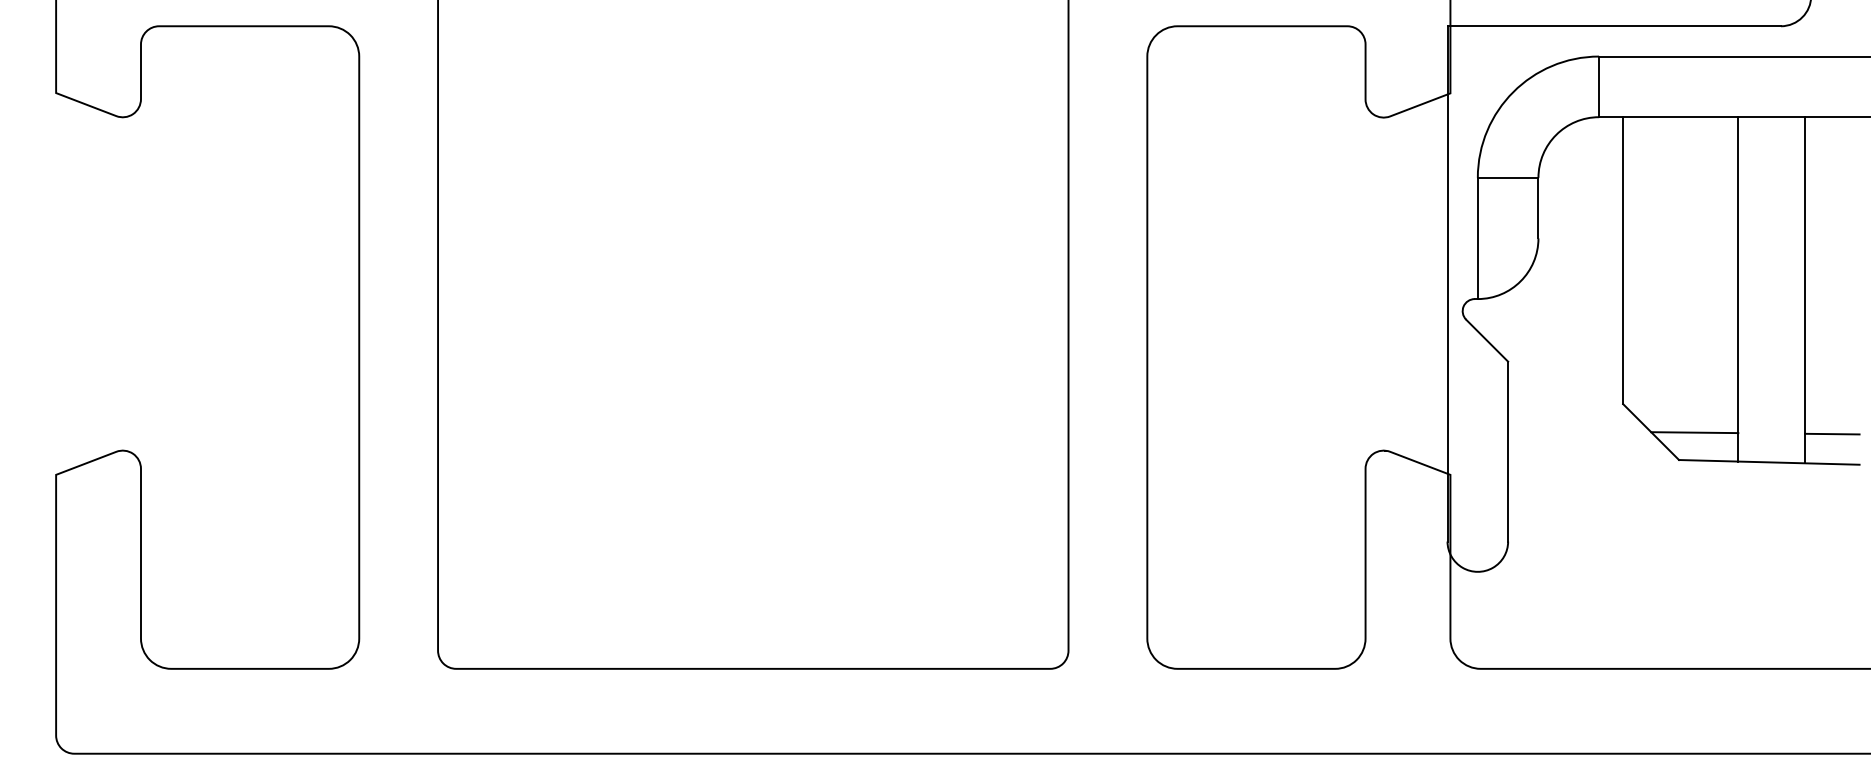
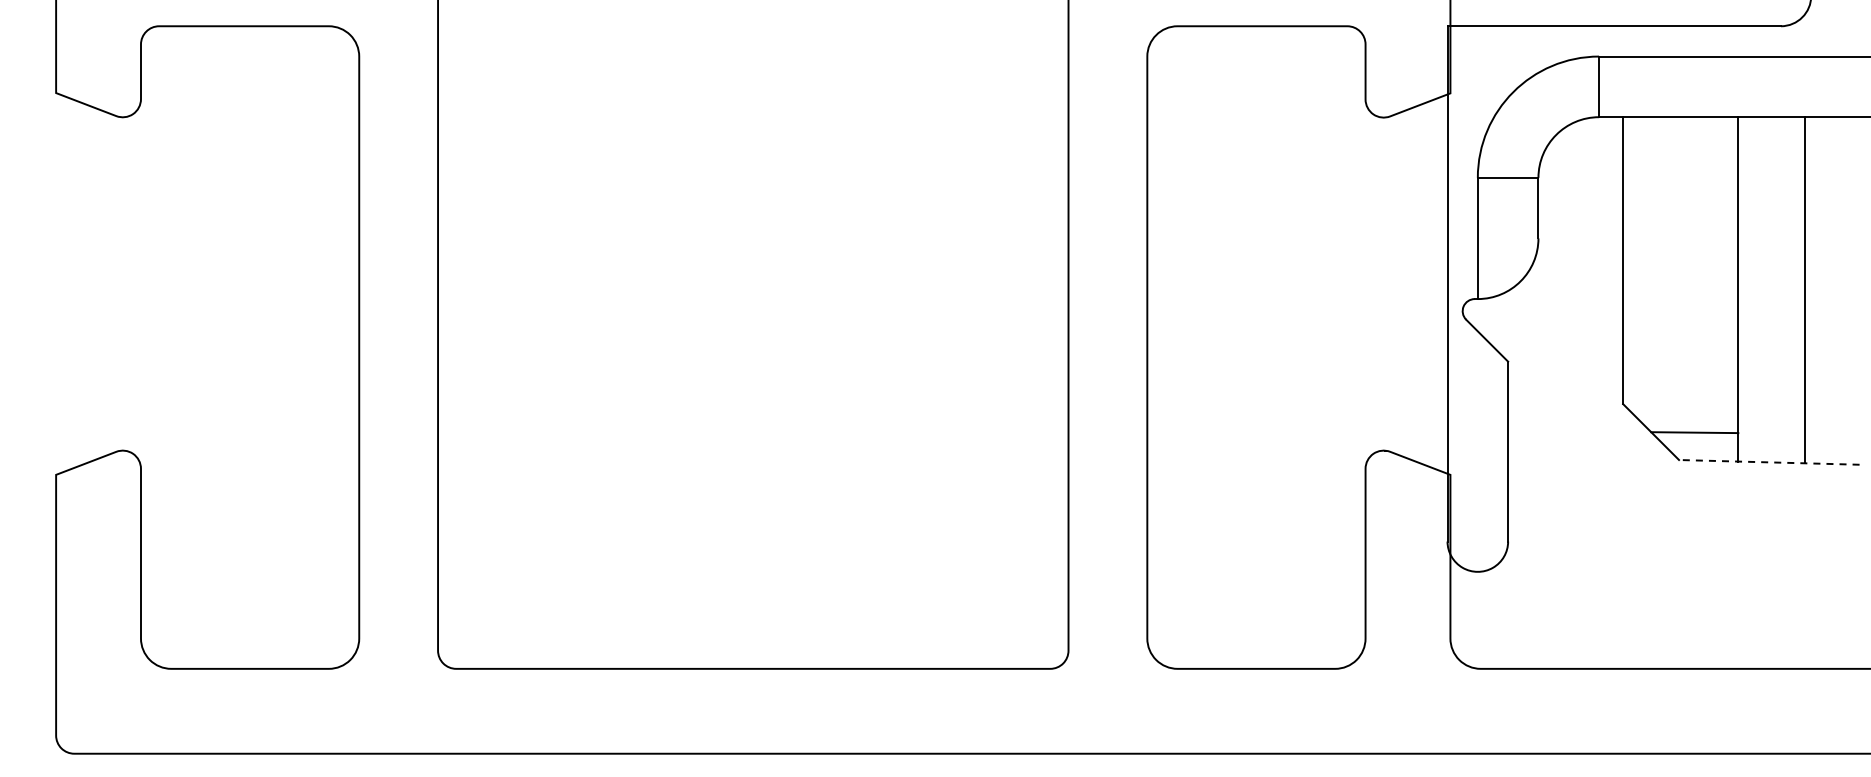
line at (1832, 433): present -> none
line at (1768, 462): solid -> dashed
